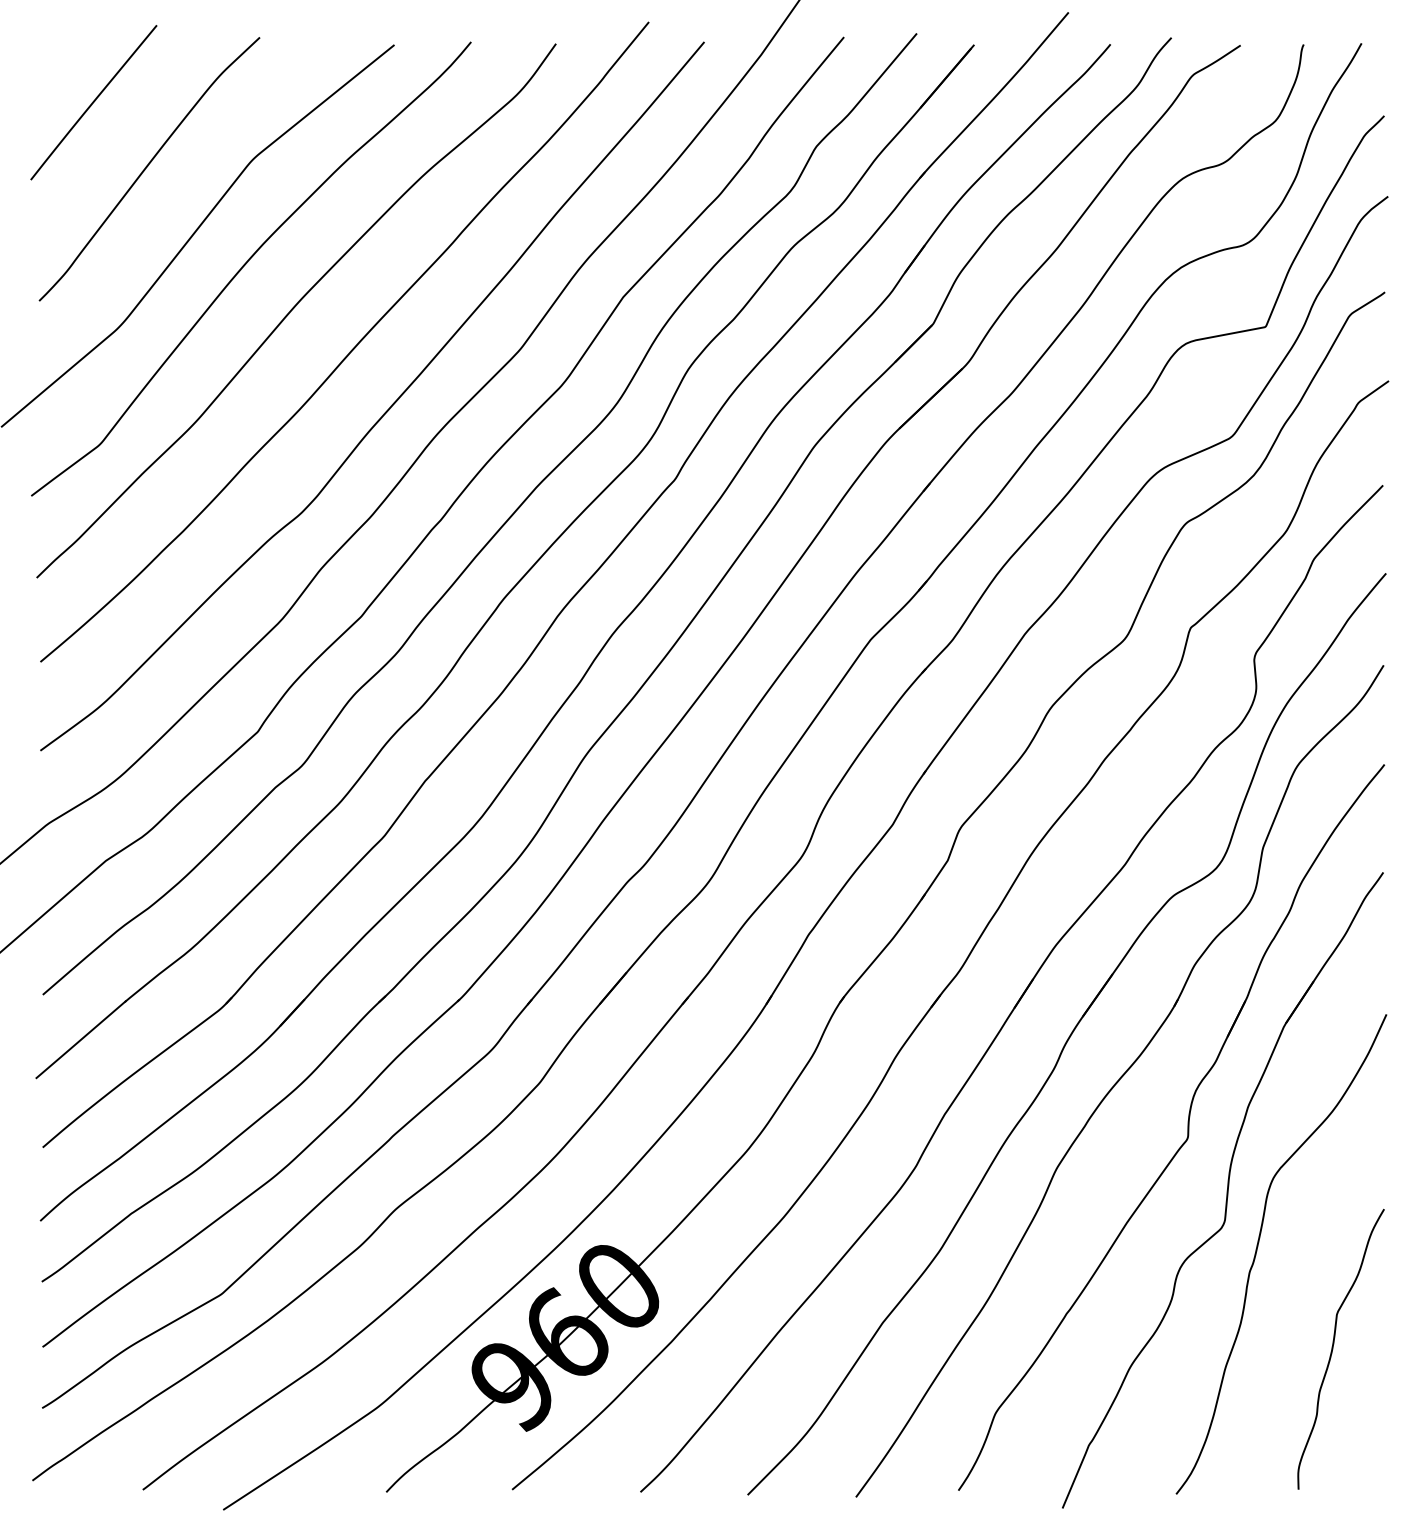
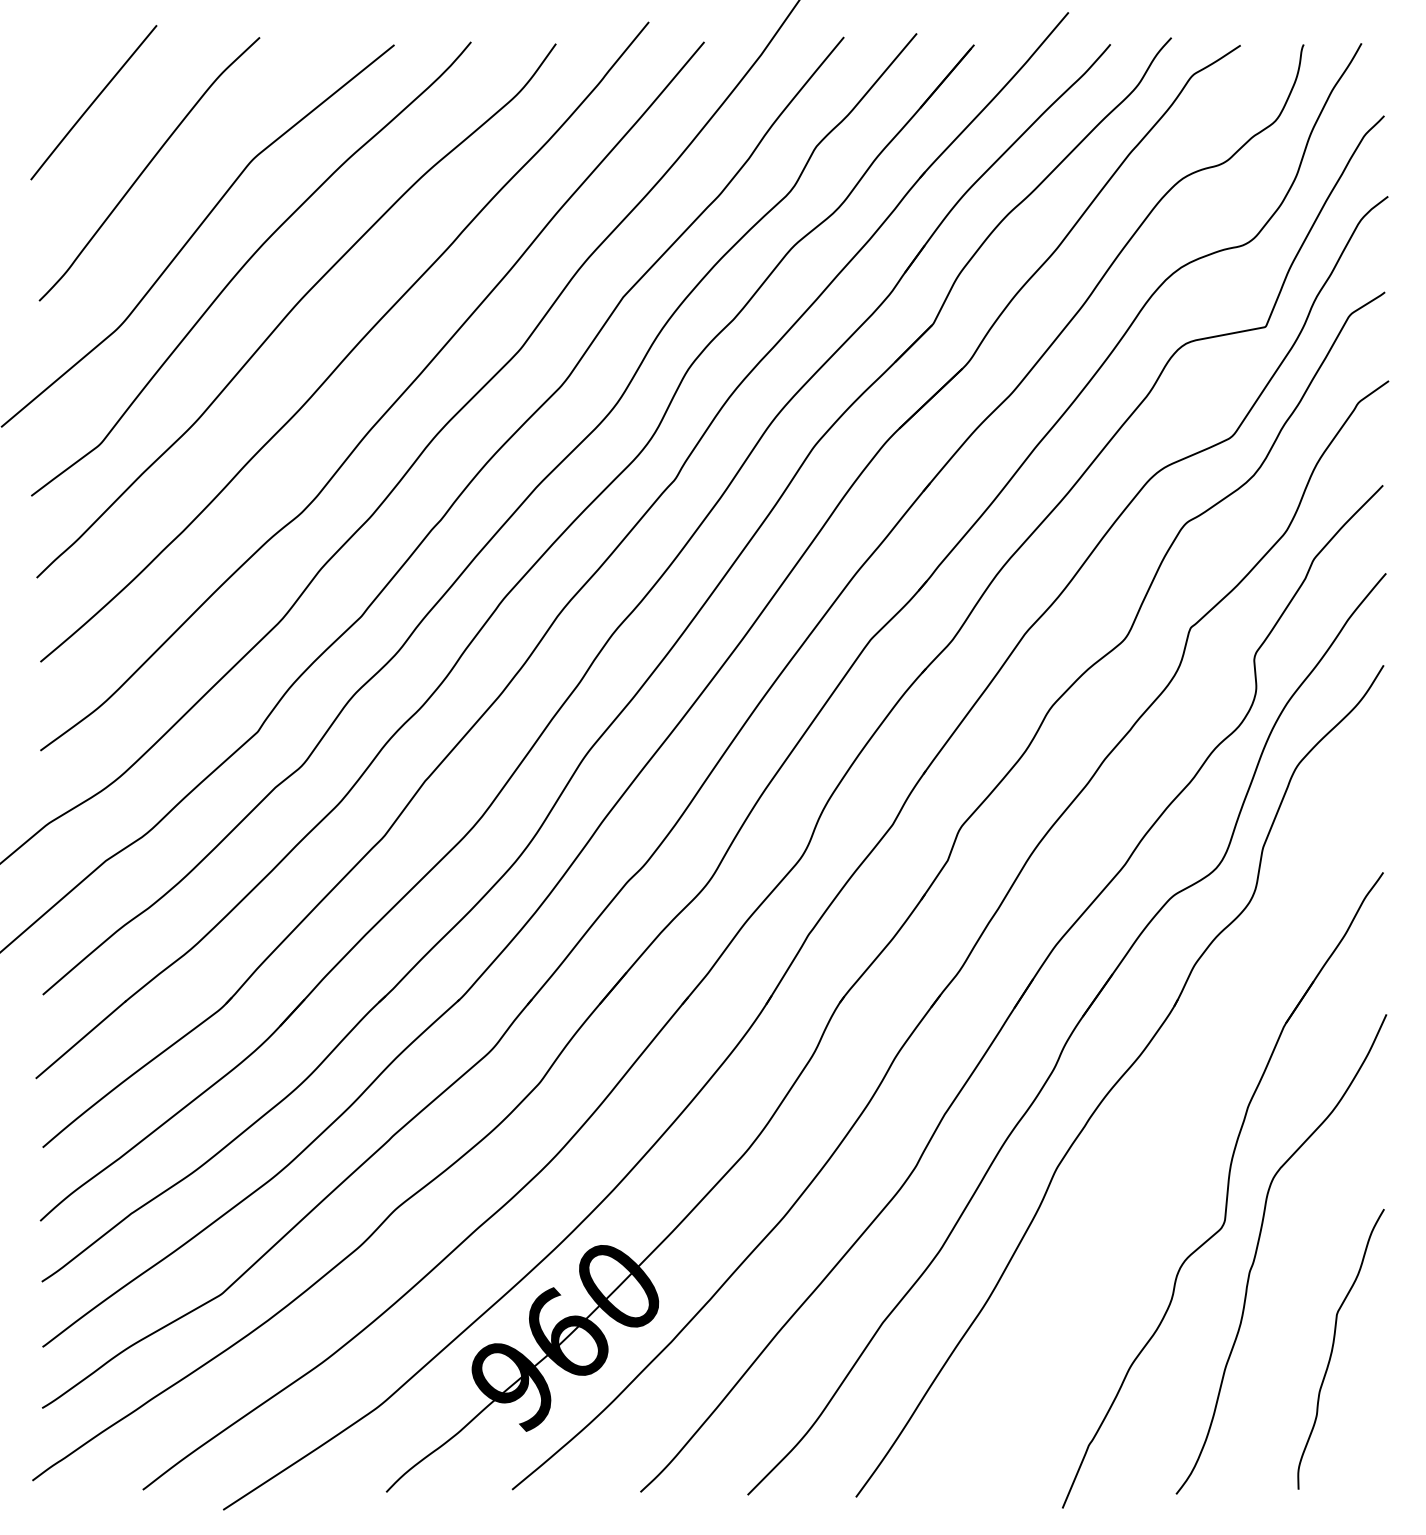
part at (1187, 1127): present -> none
